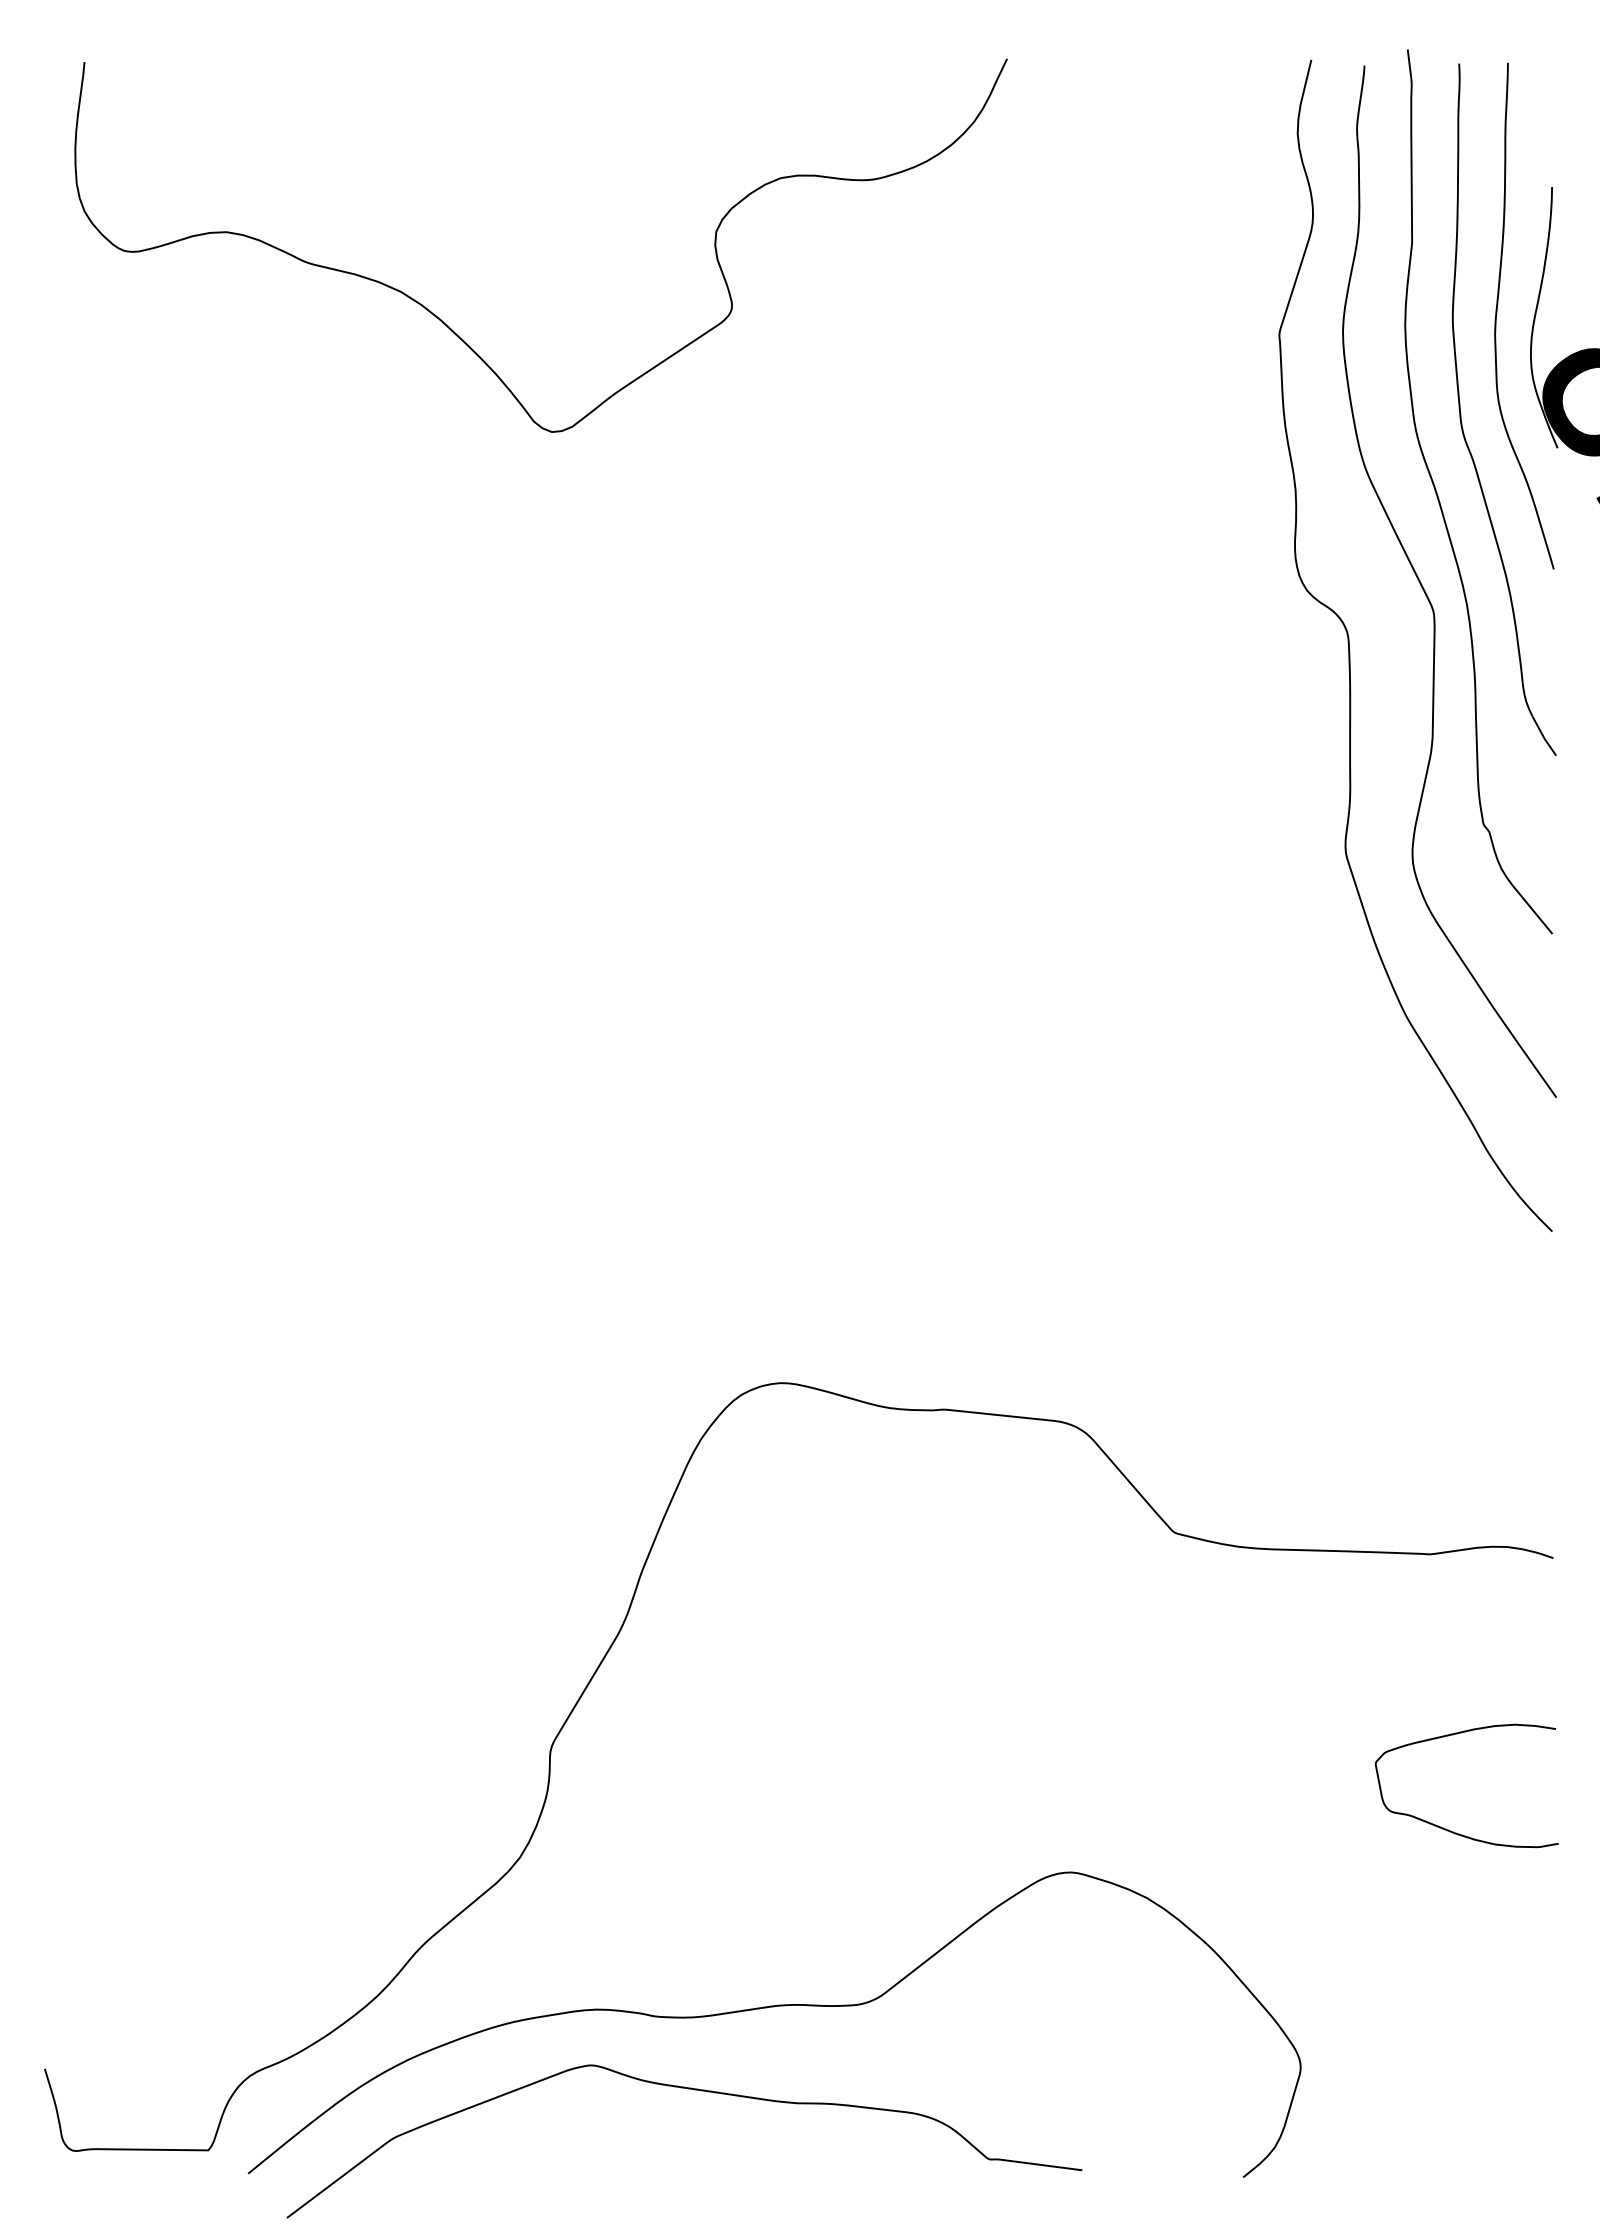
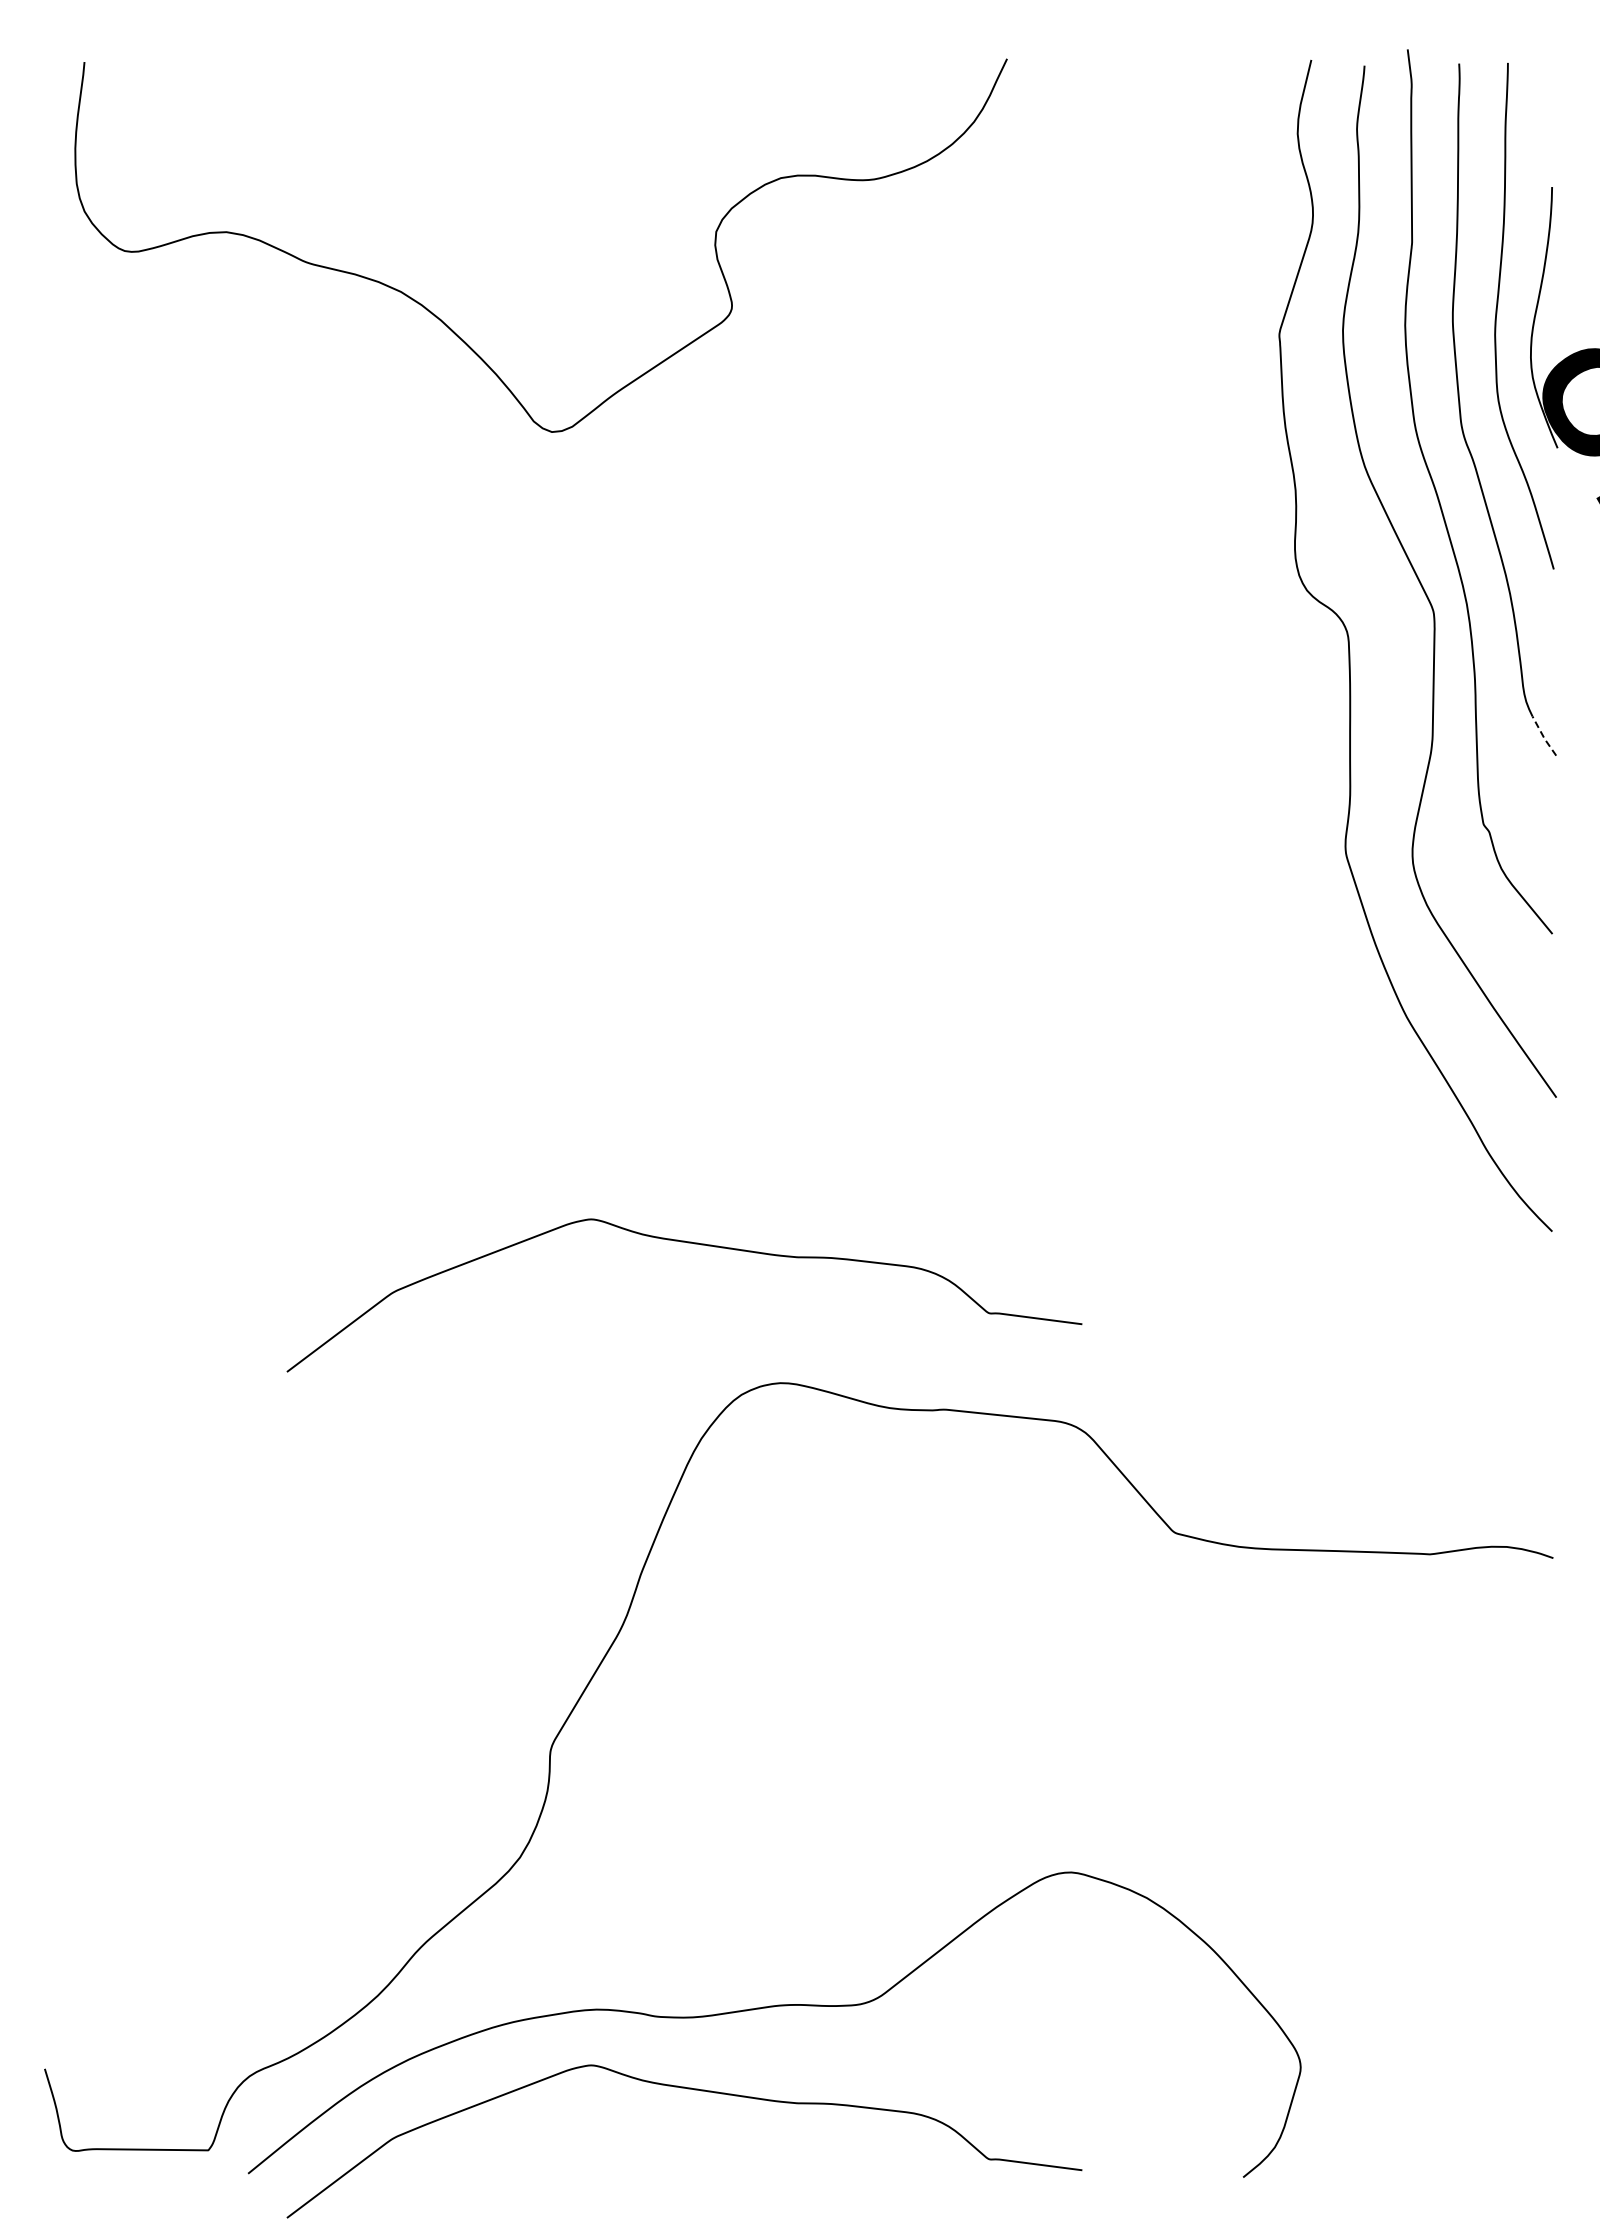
line at (1543, 737): solid -> dashed
curve at (694, 1244): none -> present
part at (1446, 1828): present -> none
